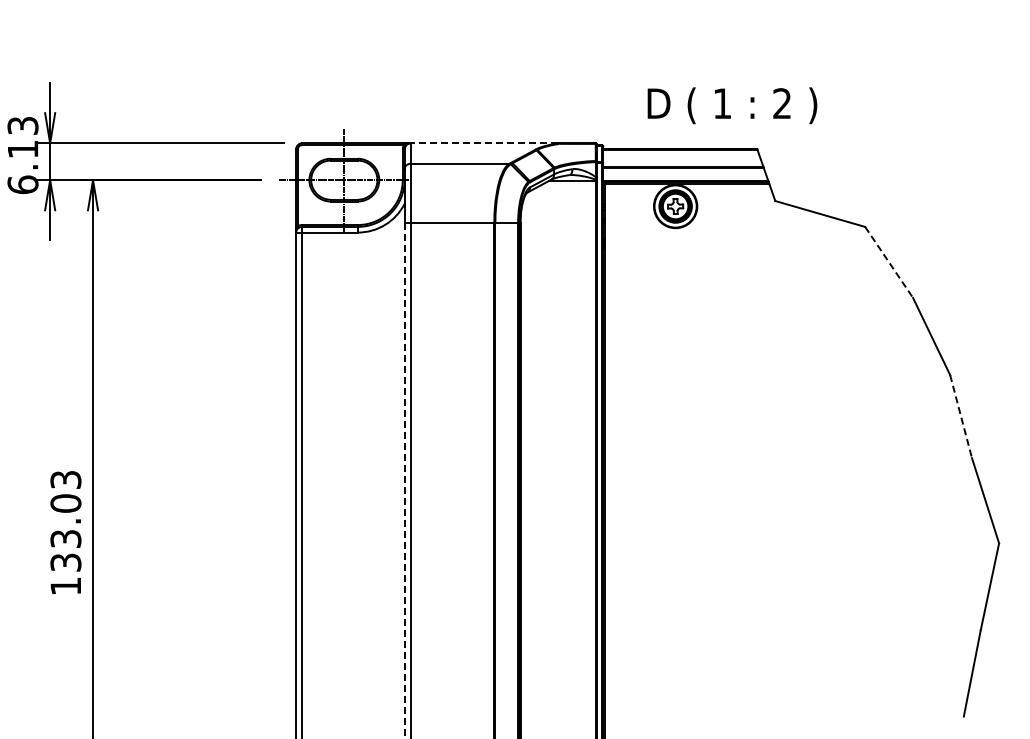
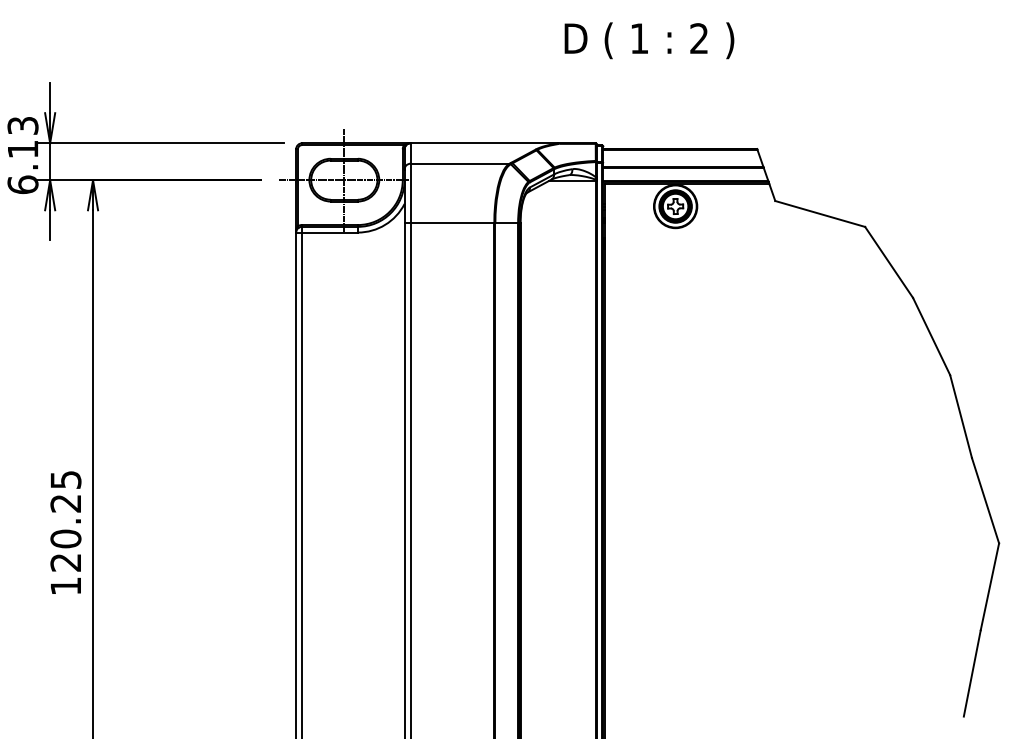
text at (732, 105) position: (732, 105) -> (649, 40)
line at (484, 143): dashed -> solid
line at (889, 262): dashed -> solid
line at (961, 416): dashed -> solid
line at (404, 480): dashed -> solid
text at (65, 521): 133.03 -> 120.25
